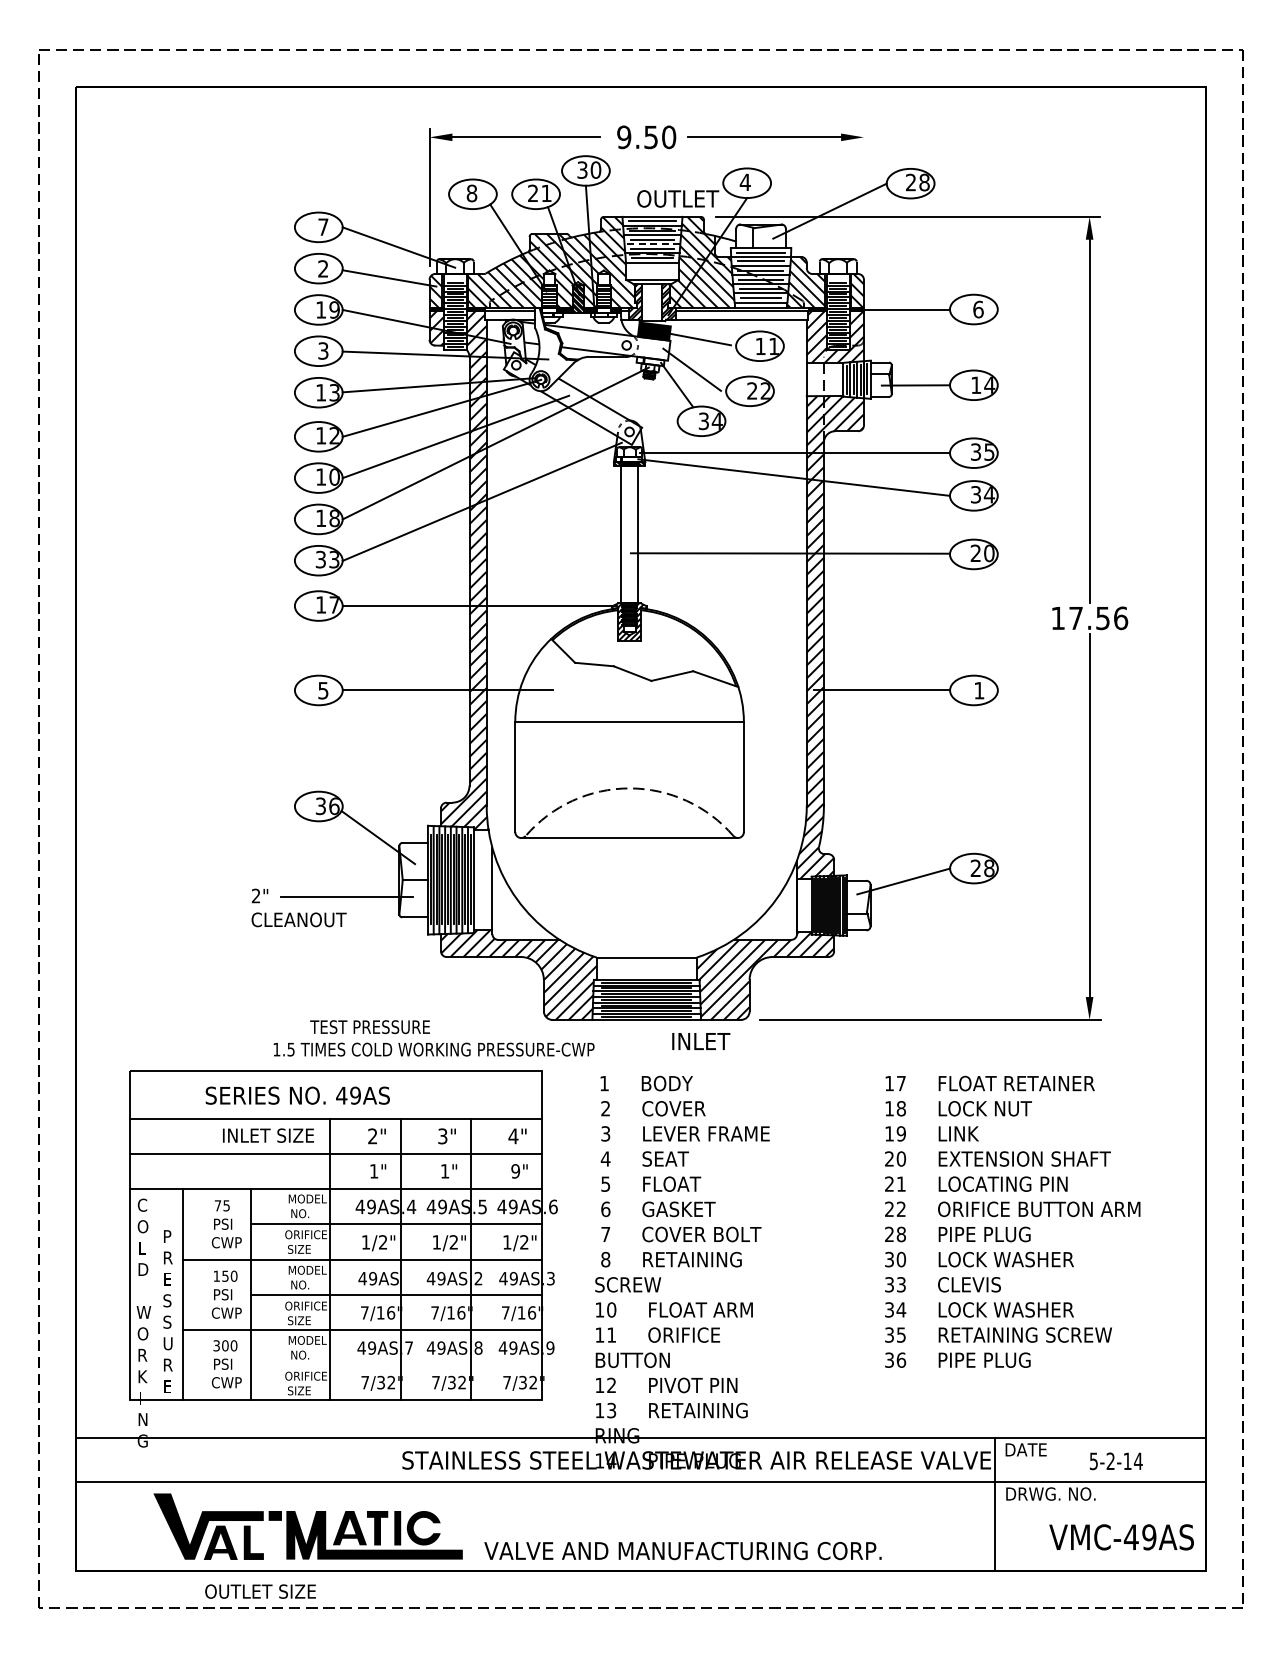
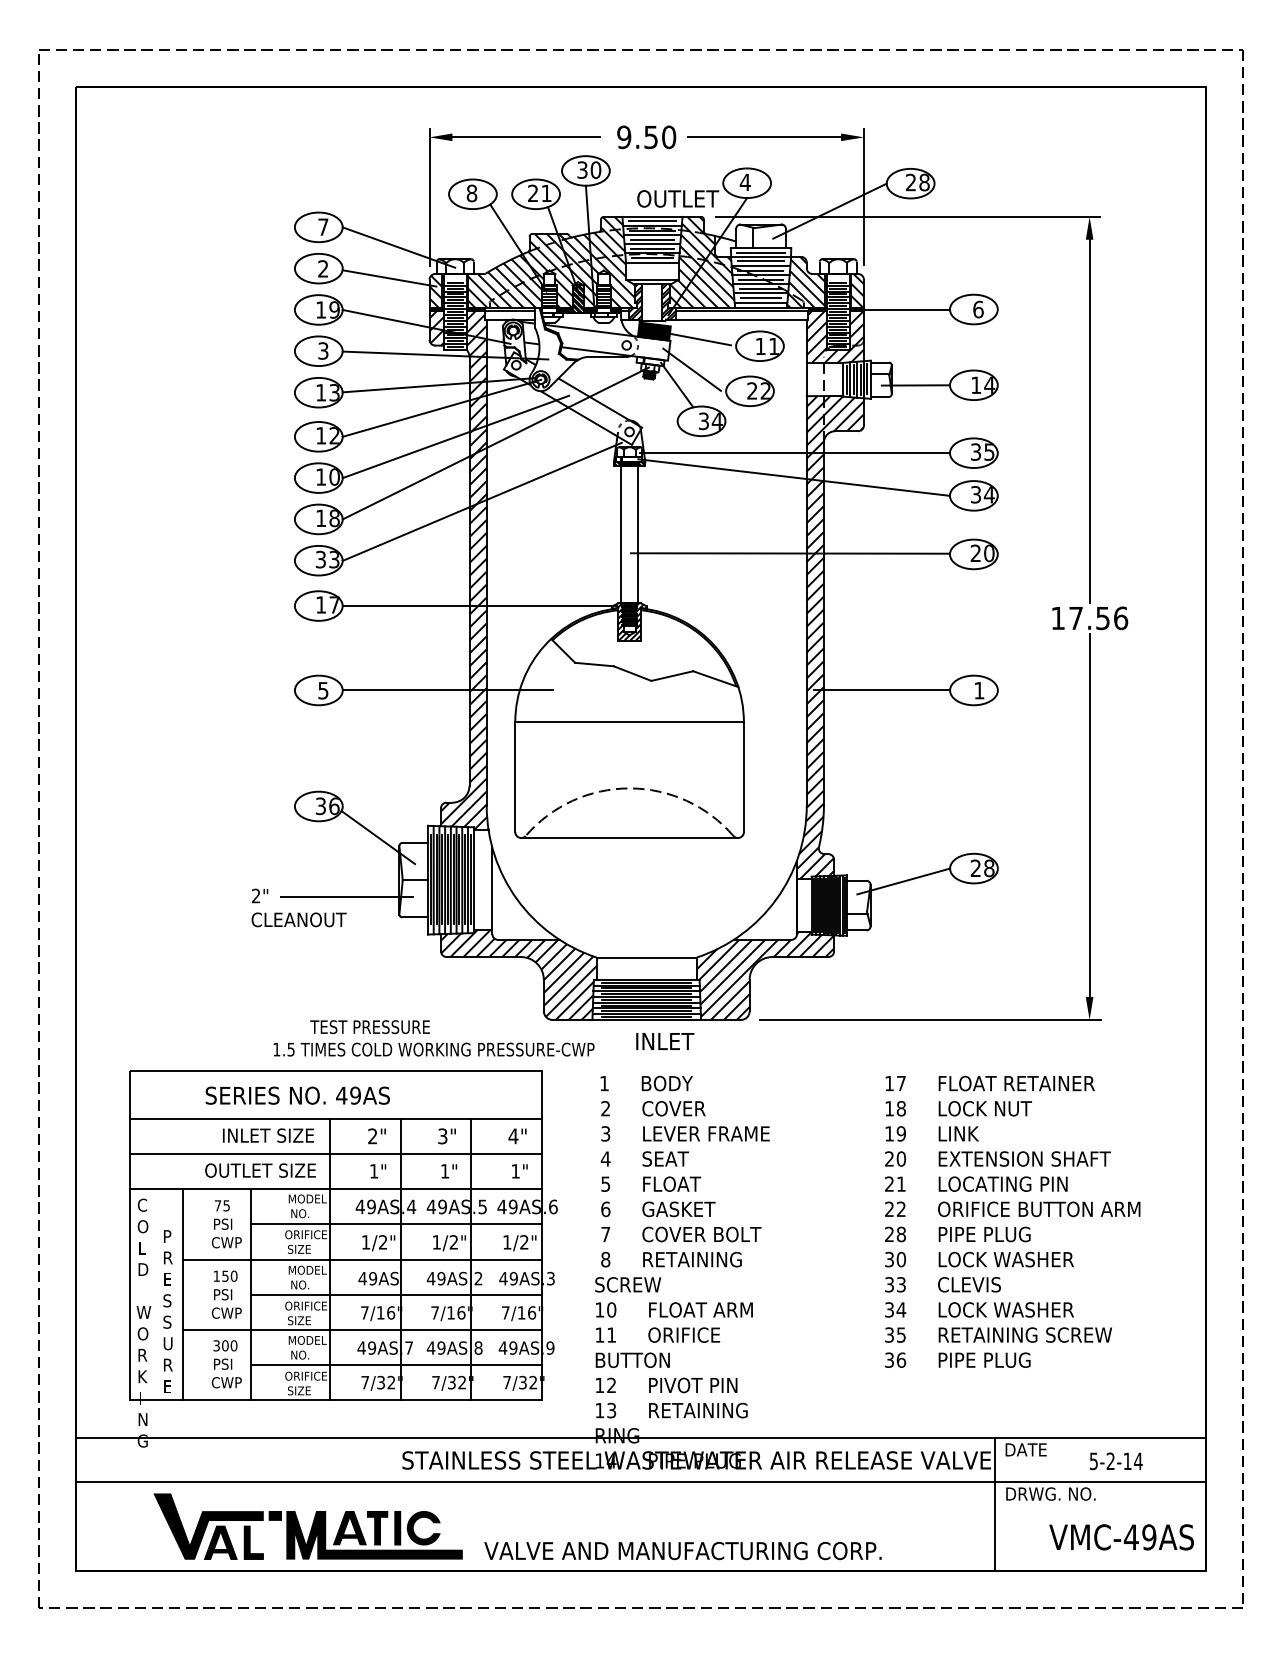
line at (863, 196): none -> present
line at (652, 244): dashed -> solid
text at (701, 1041) position: (701, 1041) -> (665, 1041)
text at (515, 1171): 9" -> 1"
line at (396, 1365): none -> present
text at (260, 1591) position: (260, 1591) -> (260, 1170)
